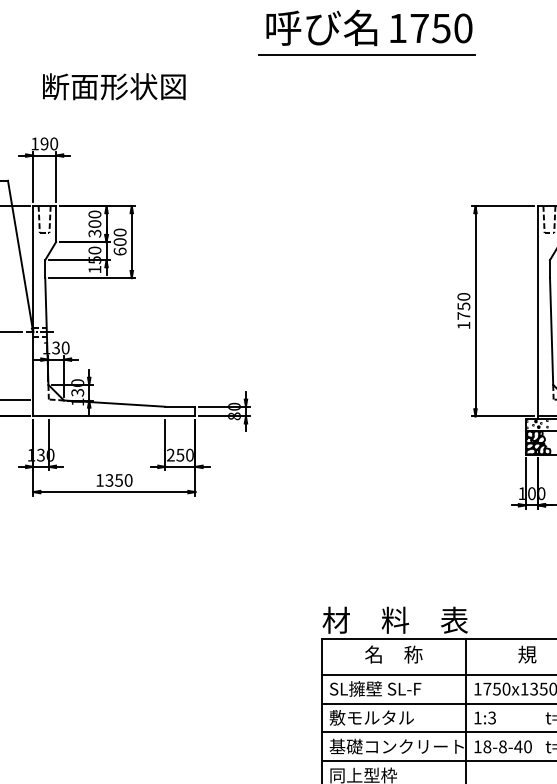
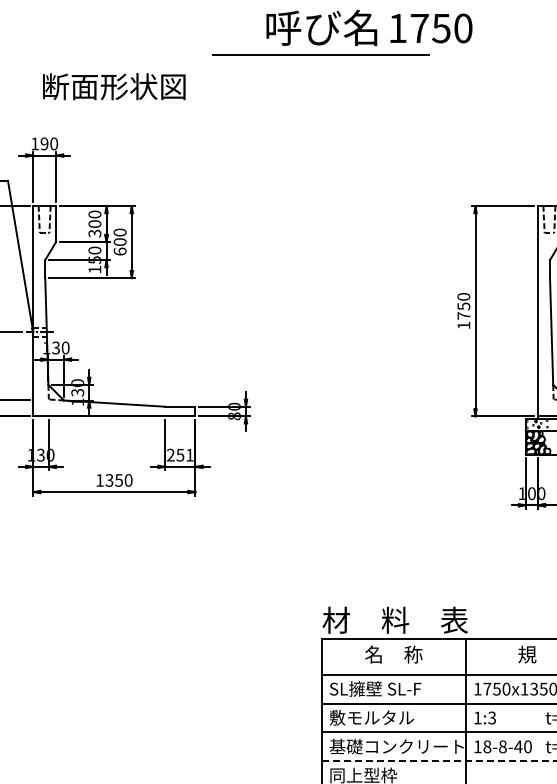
line at (366, 54) position: (366, 54) -> (320, 54)
text at (189, 454): 250 -> 251
line at (439, 761): solid -> dashed
